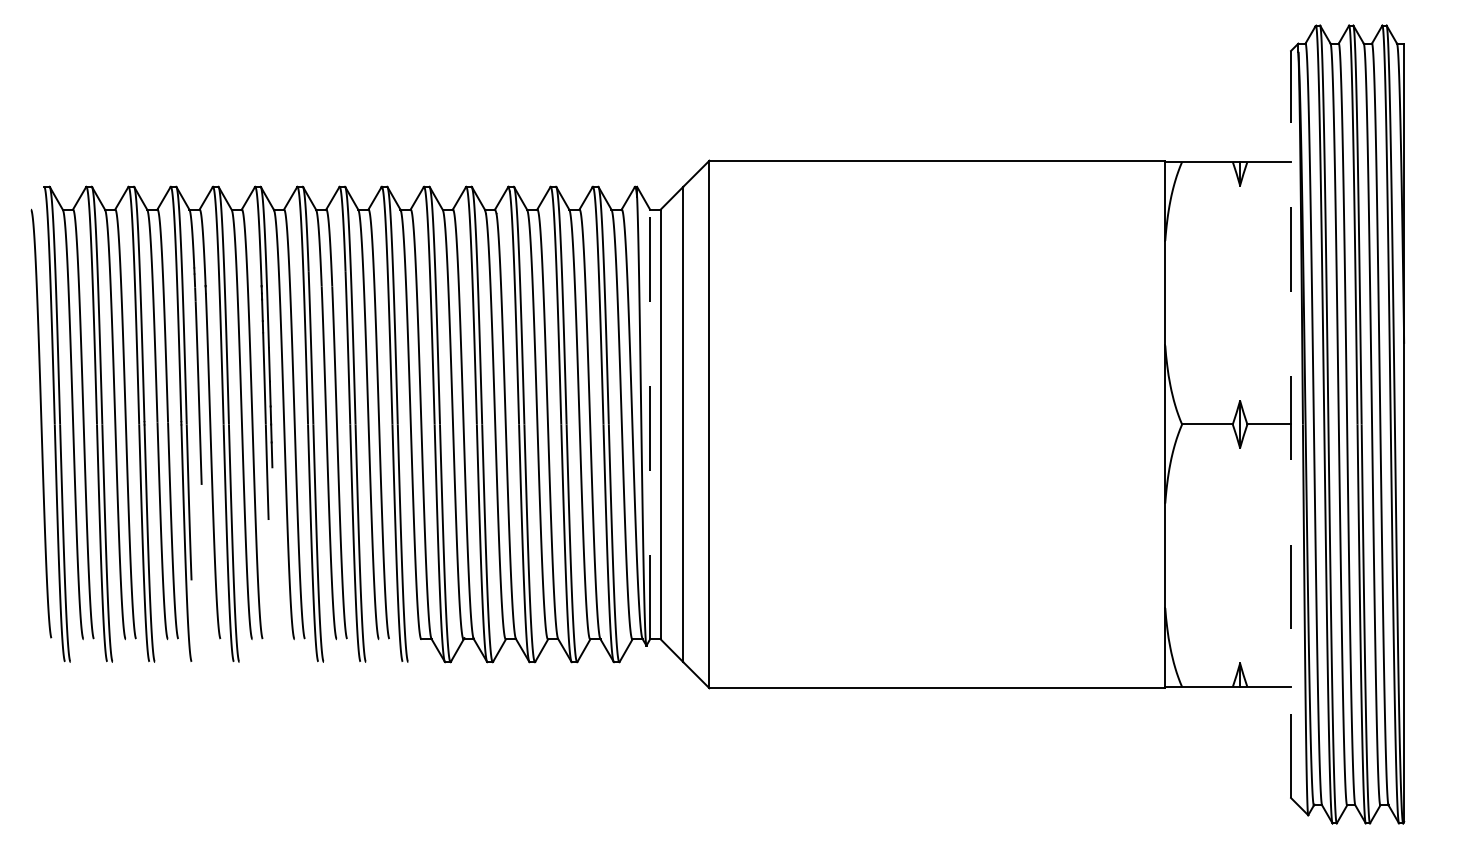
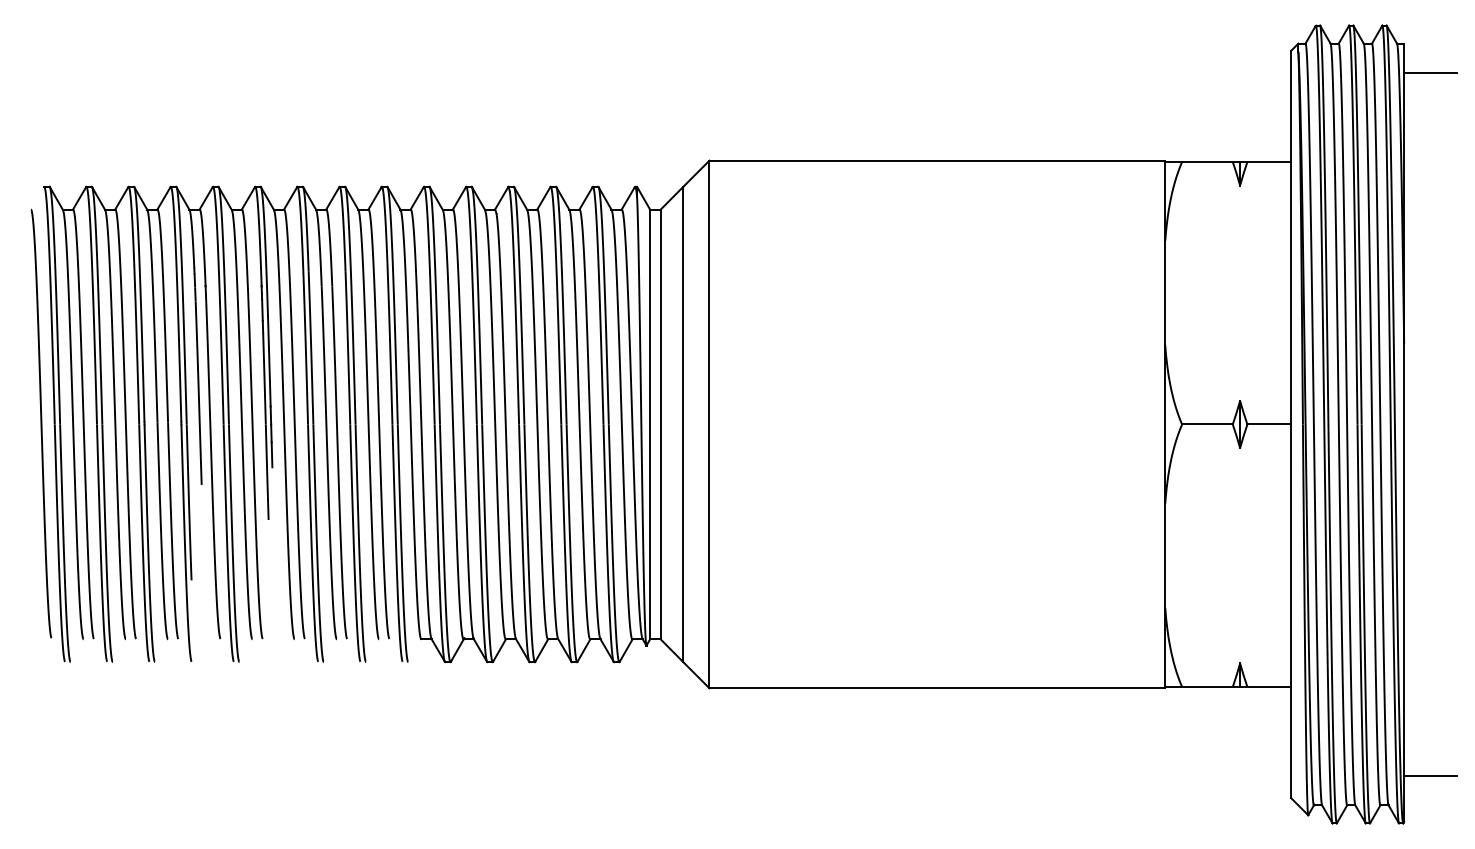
line at (1430, 73): none -> present
line at (650, 424): dashed -> solid
line at (1291, 424): dashed -> solid
line at (1430, 775): none -> present
